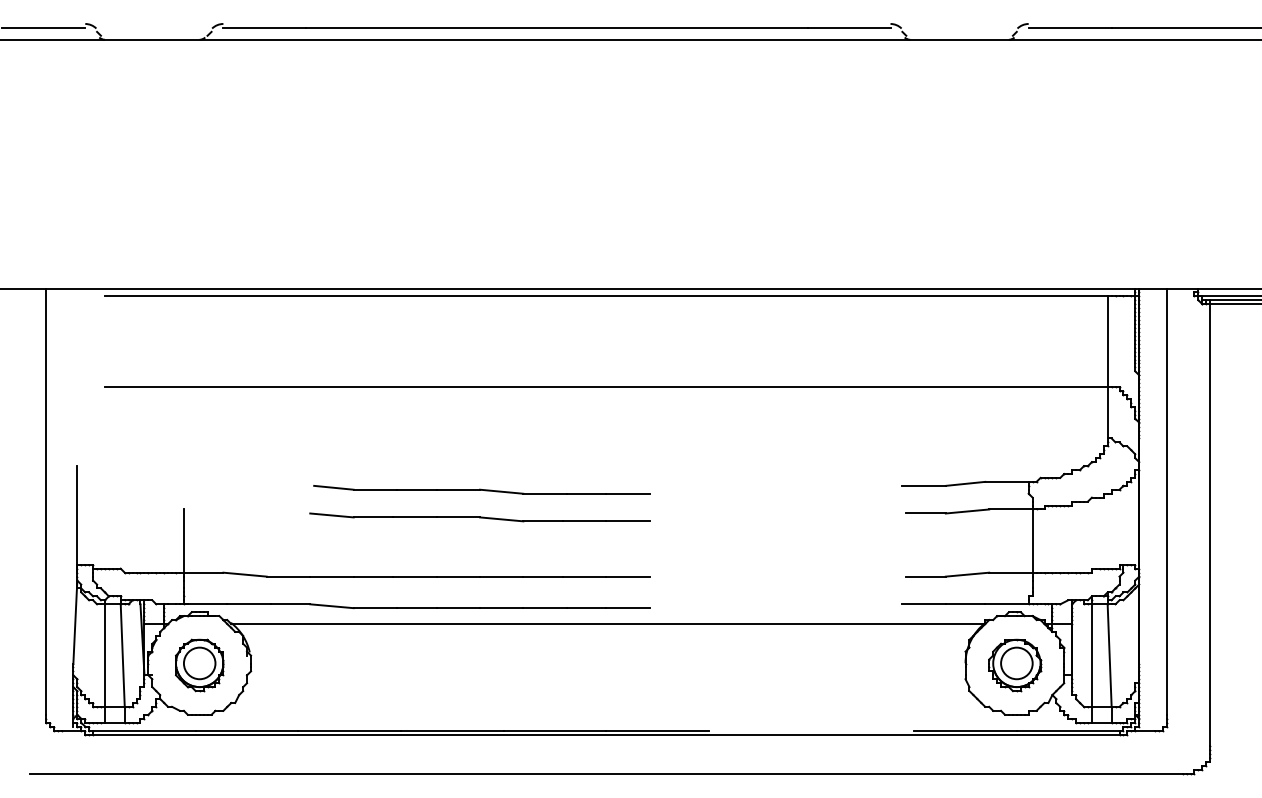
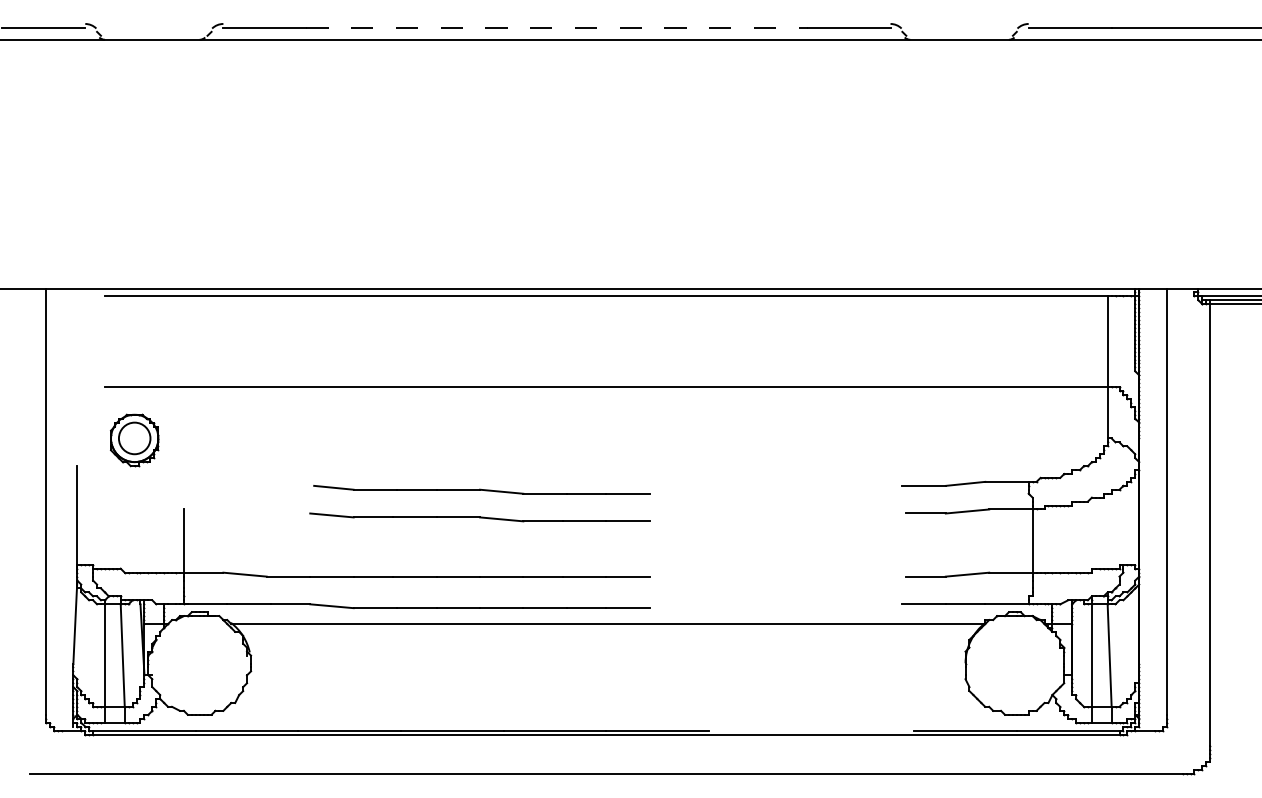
line at (556, 27): solid -> dashed
part at (199, 665) position: (199, 665) -> (134, 440)
part at (1015, 665): present -> none
